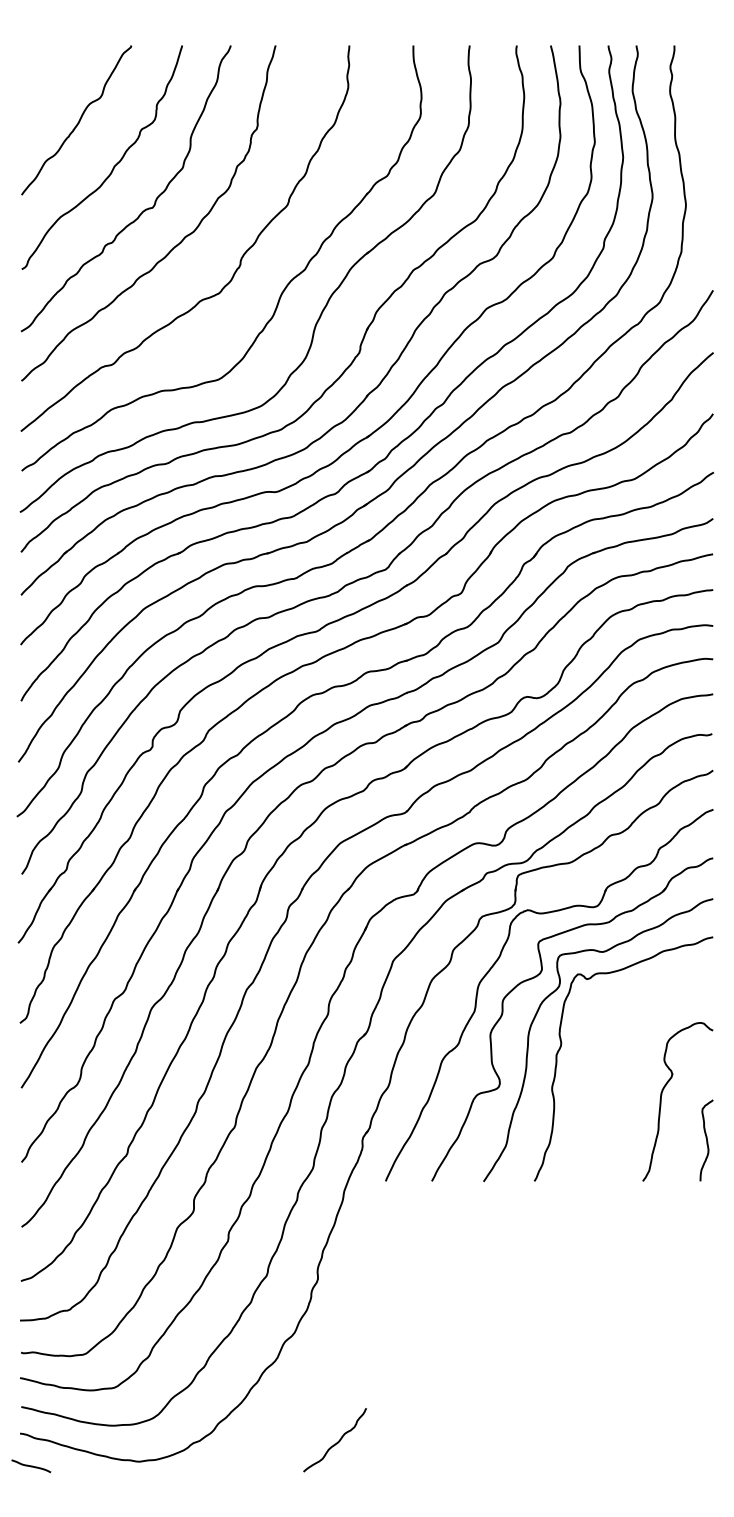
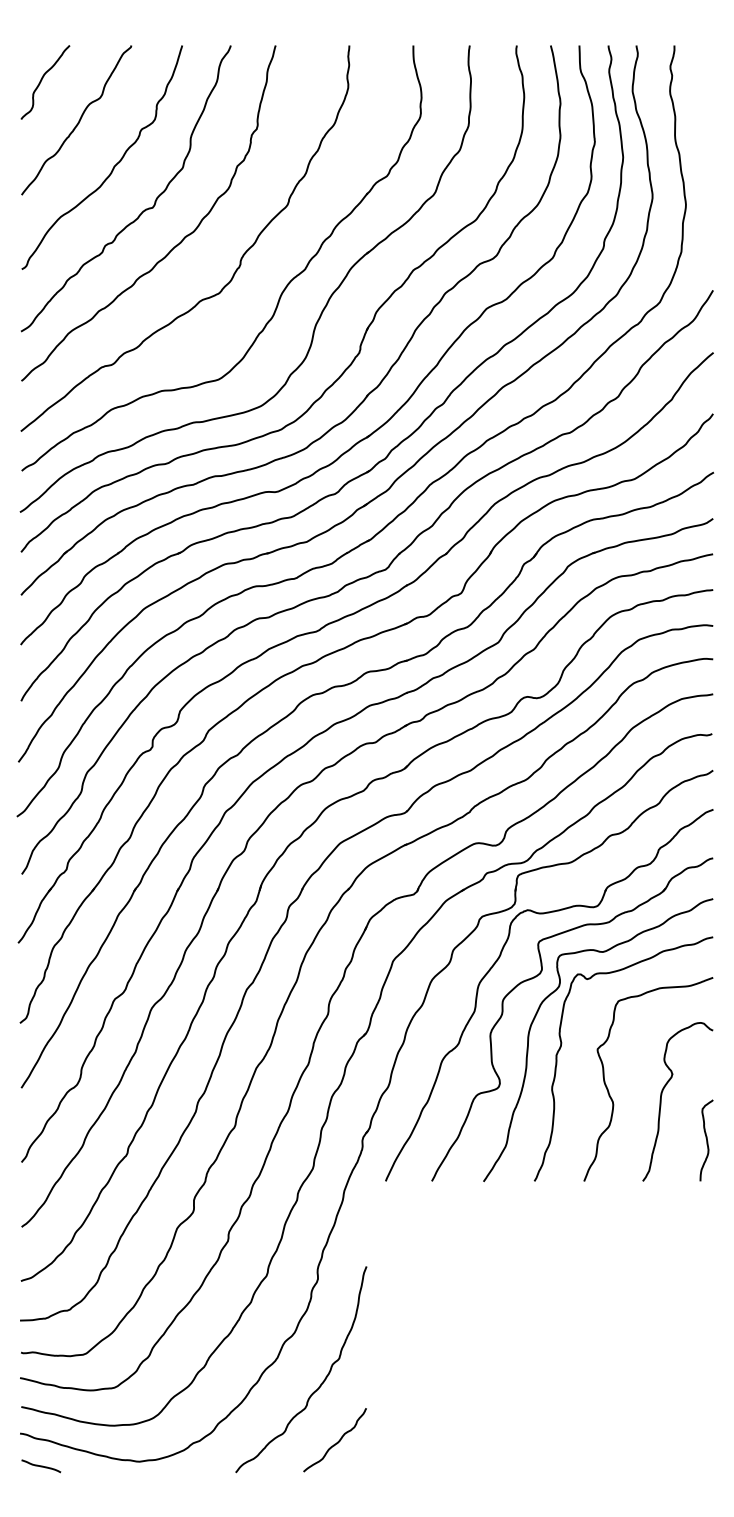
curve at (42, 80): none -> present
curve at (612, 1098): none -> present
curve at (321, 1382): none -> present
curve at (31, 1466) position: (31, 1466) -> (41, 1466)
